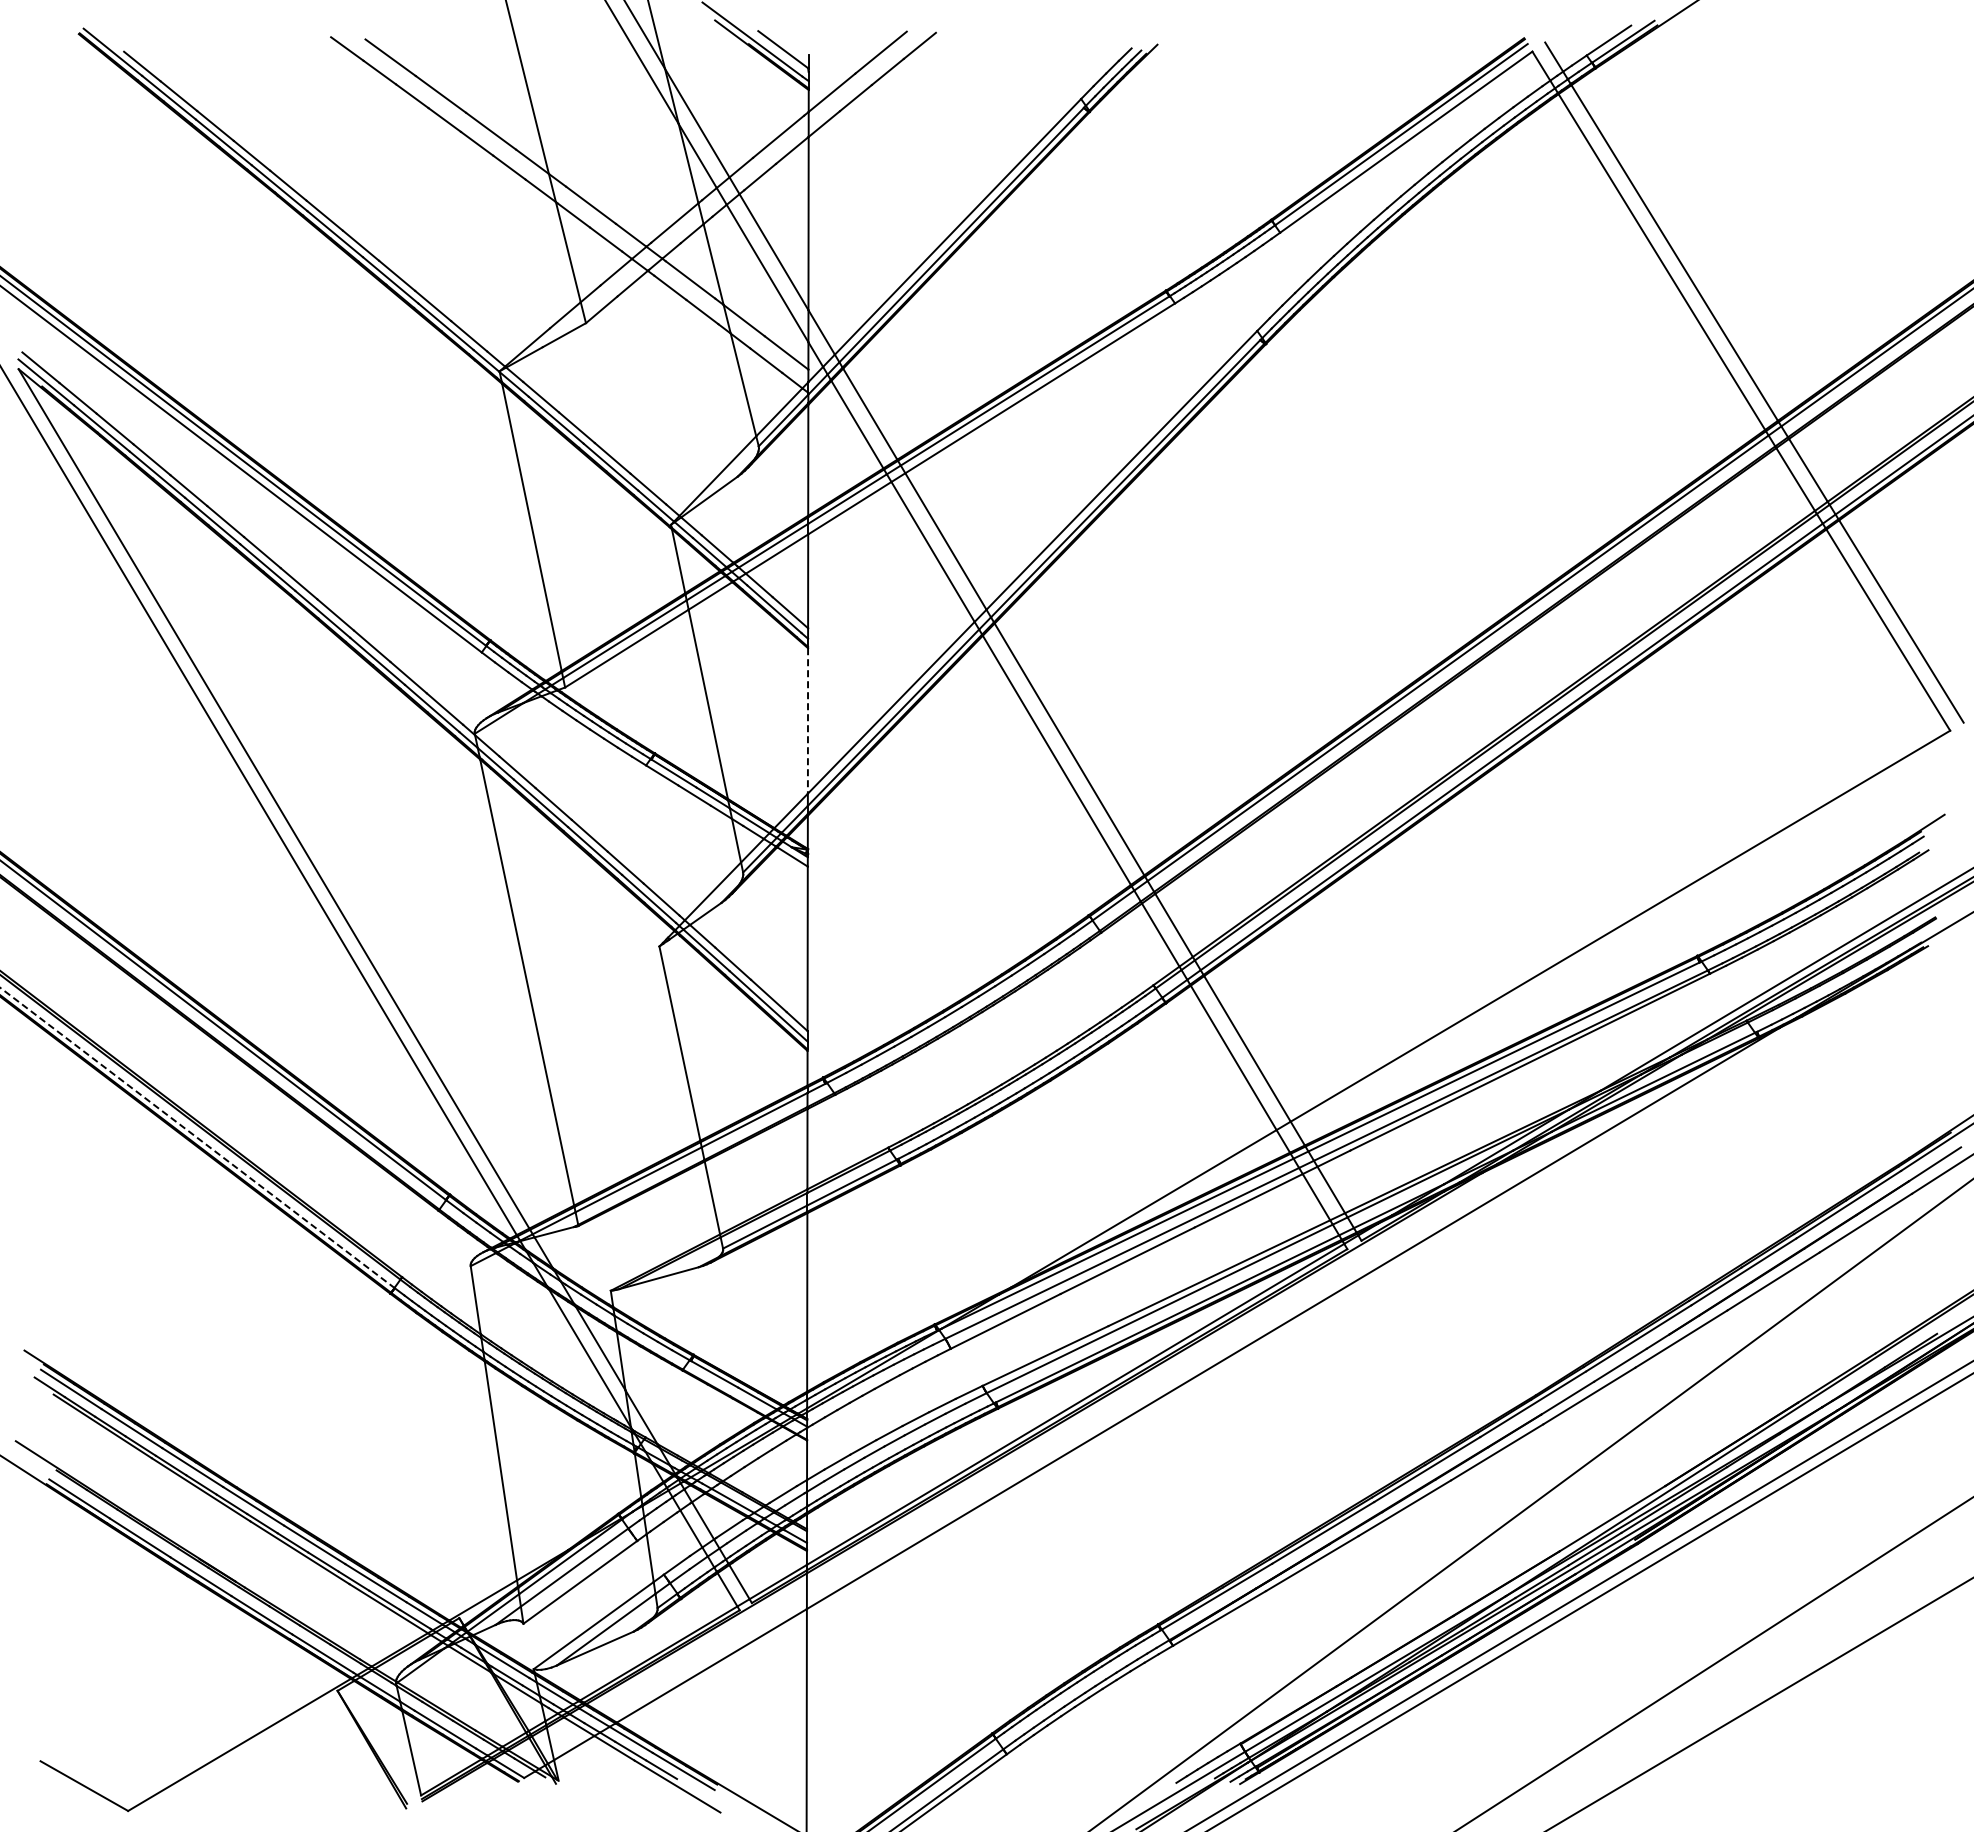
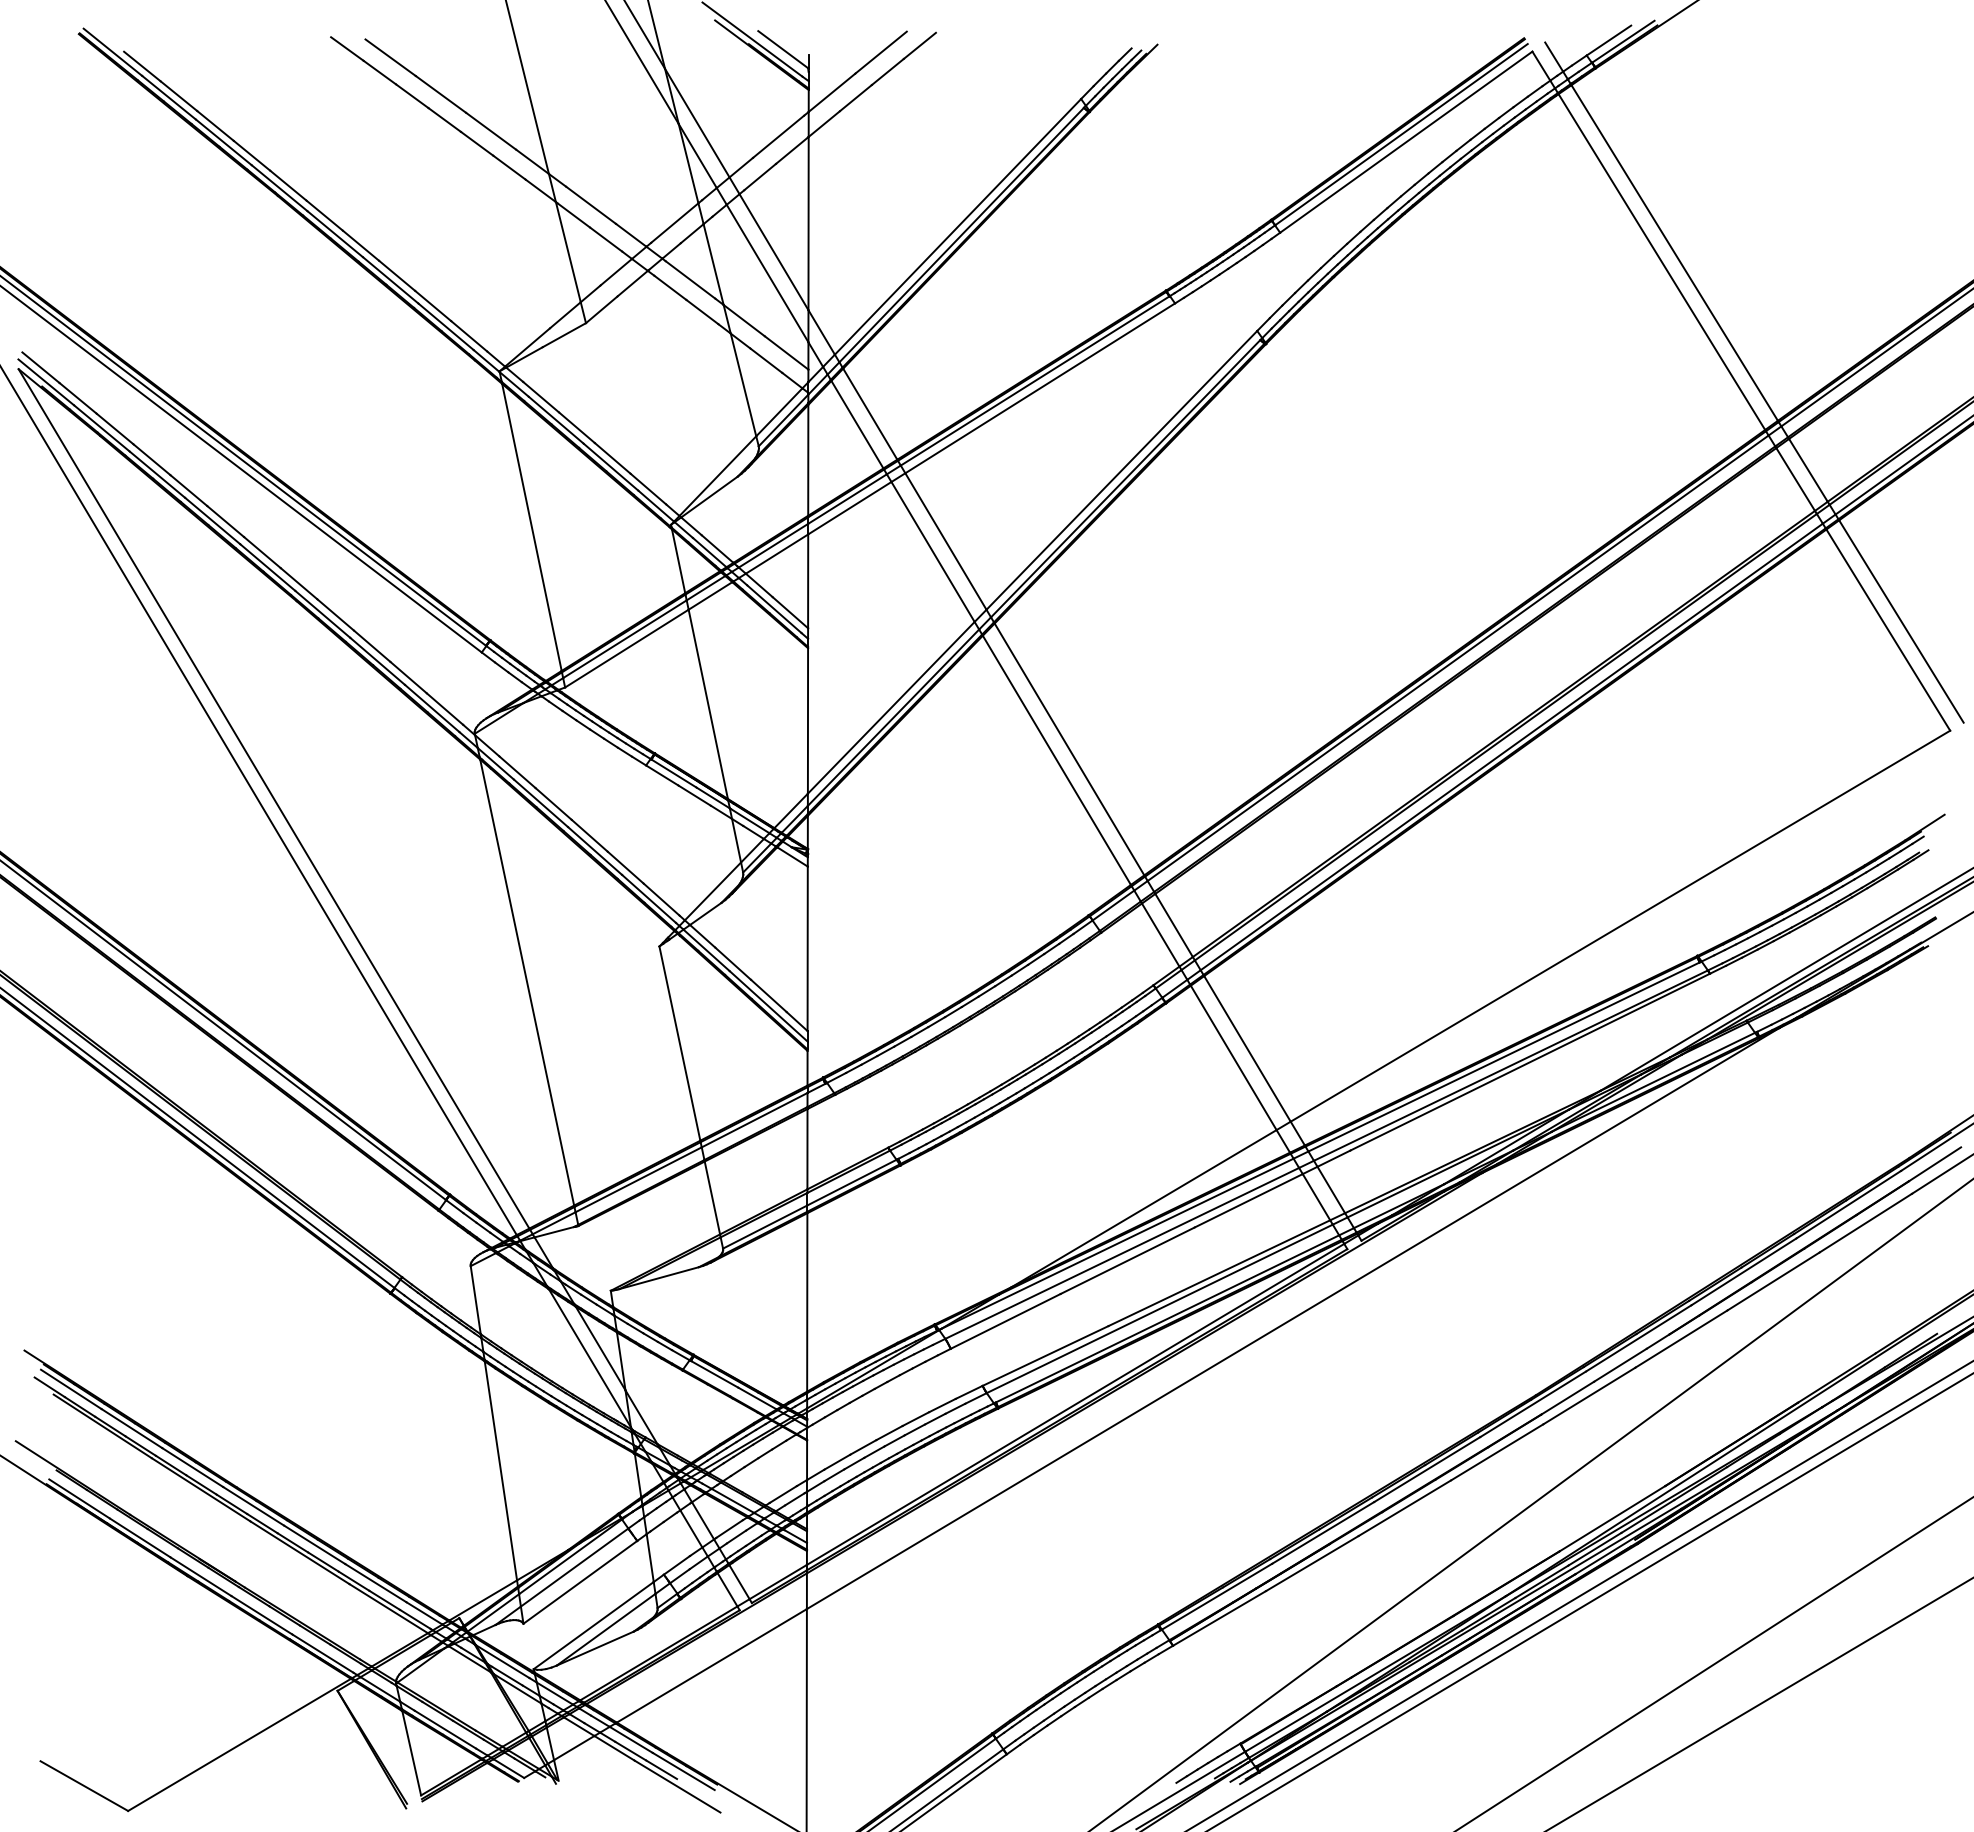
line at (807, 720): dashed -> solid
line at (197, 1137): dashed -> solid
